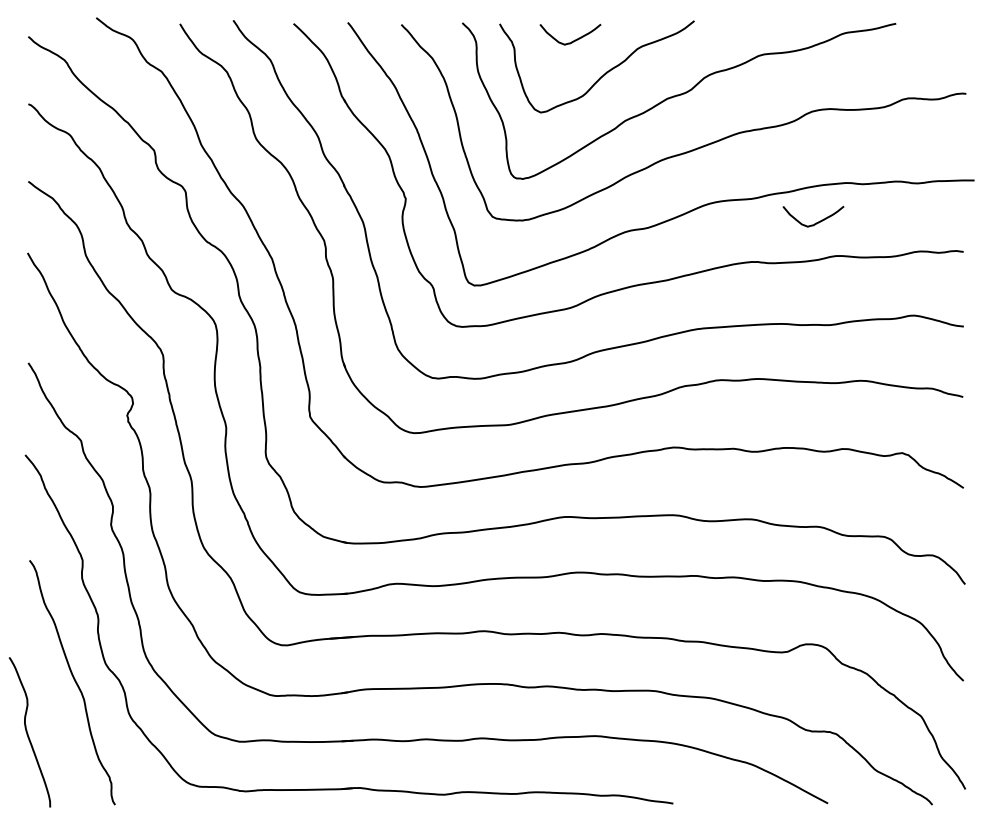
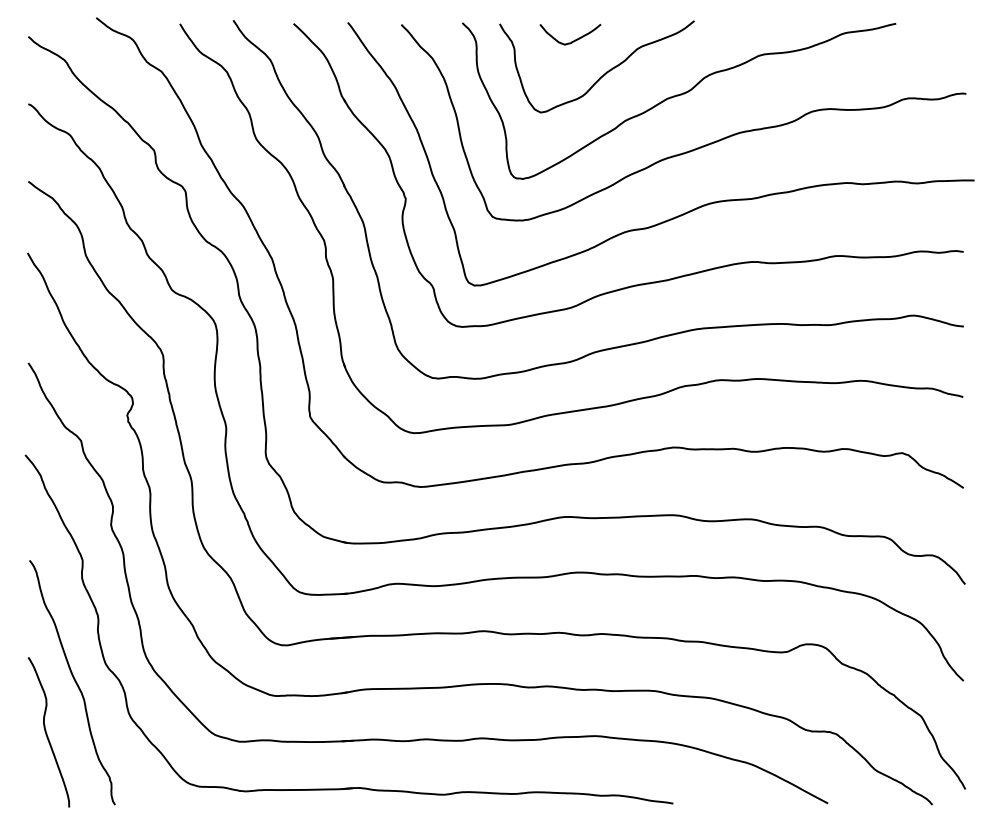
curve at (816, 222): present -> none
curve at (28, 733) position: (28, 733) -> (47, 733)
